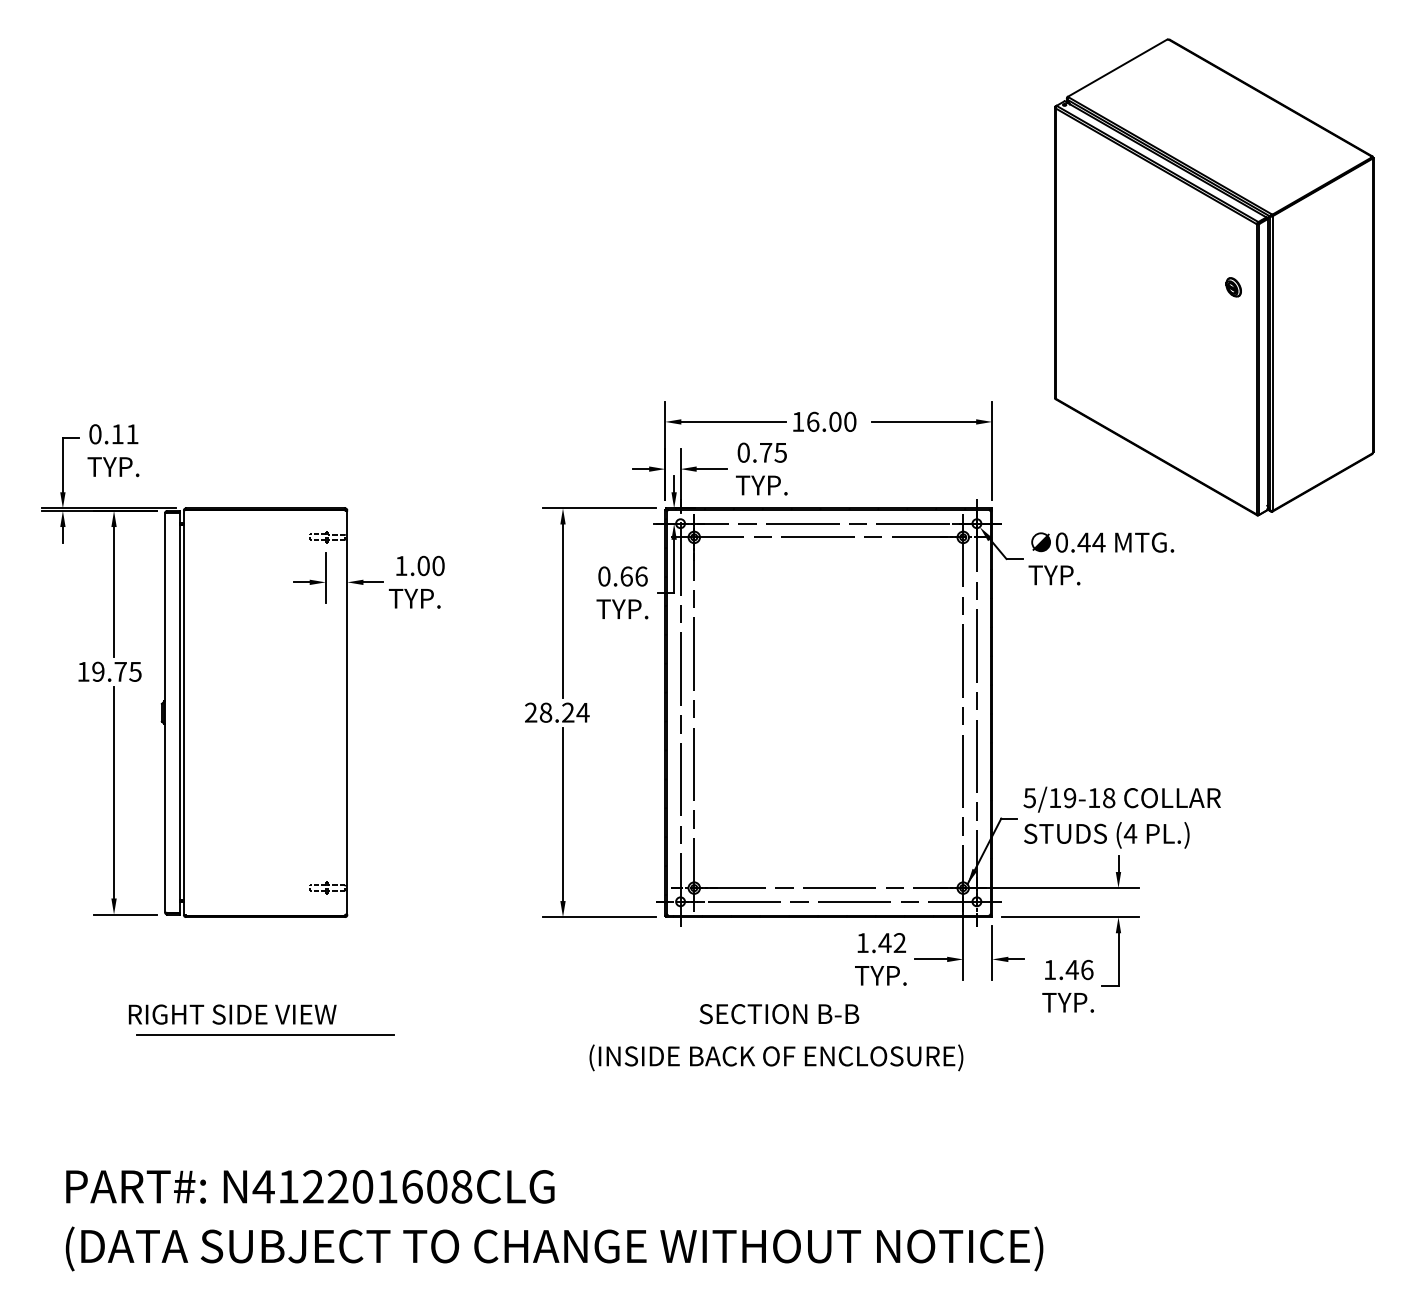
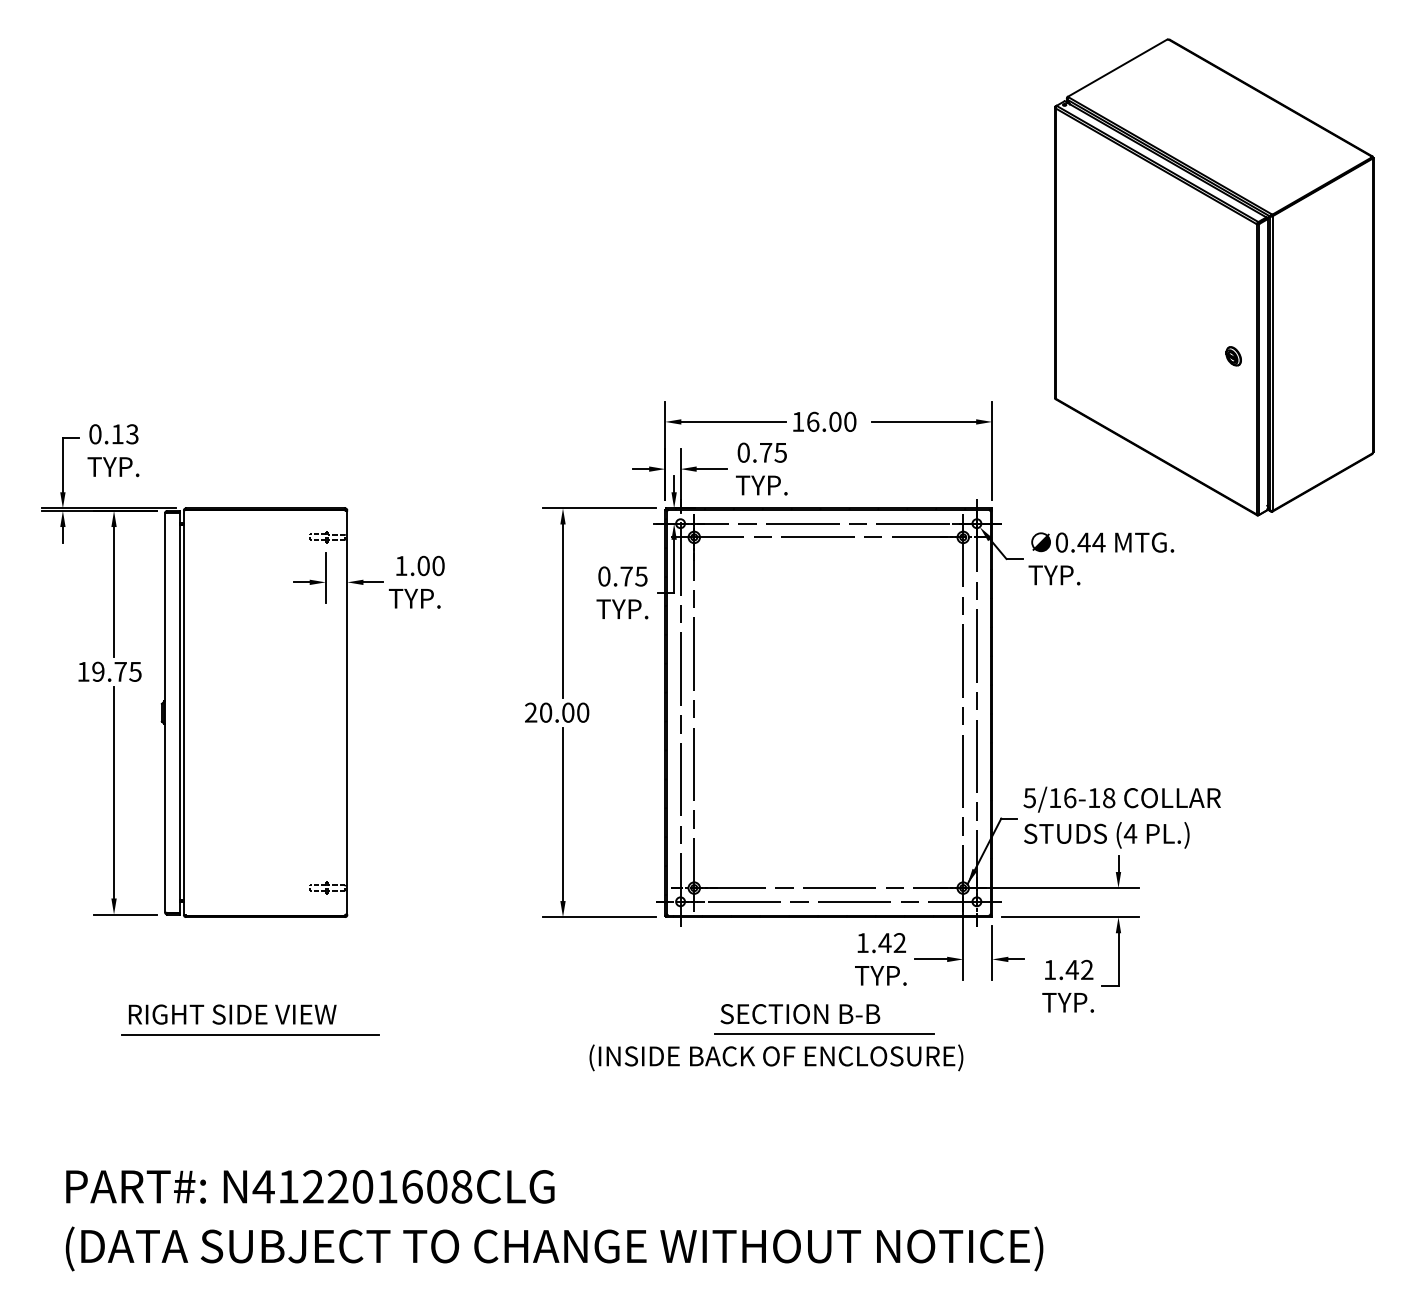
part at (1233, 287) position: (1233, 287) -> (1233, 356)
text at (132, 434): 0.11 -> 0.13
text at (633, 576): 0.66 -> 0.75
text at (564, 712): 28.24 -> 20.00
text at (1070, 798): 5/19-18 -> 5/16-18
text at (1087, 969): 1.46 -> 1.42
text at (779, 1014) position: (779, 1014) -> (800, 1014)
line at (265, 1034) position: (265, 1034) -> (250, 1034)
line at (824, 1034): none -> present
